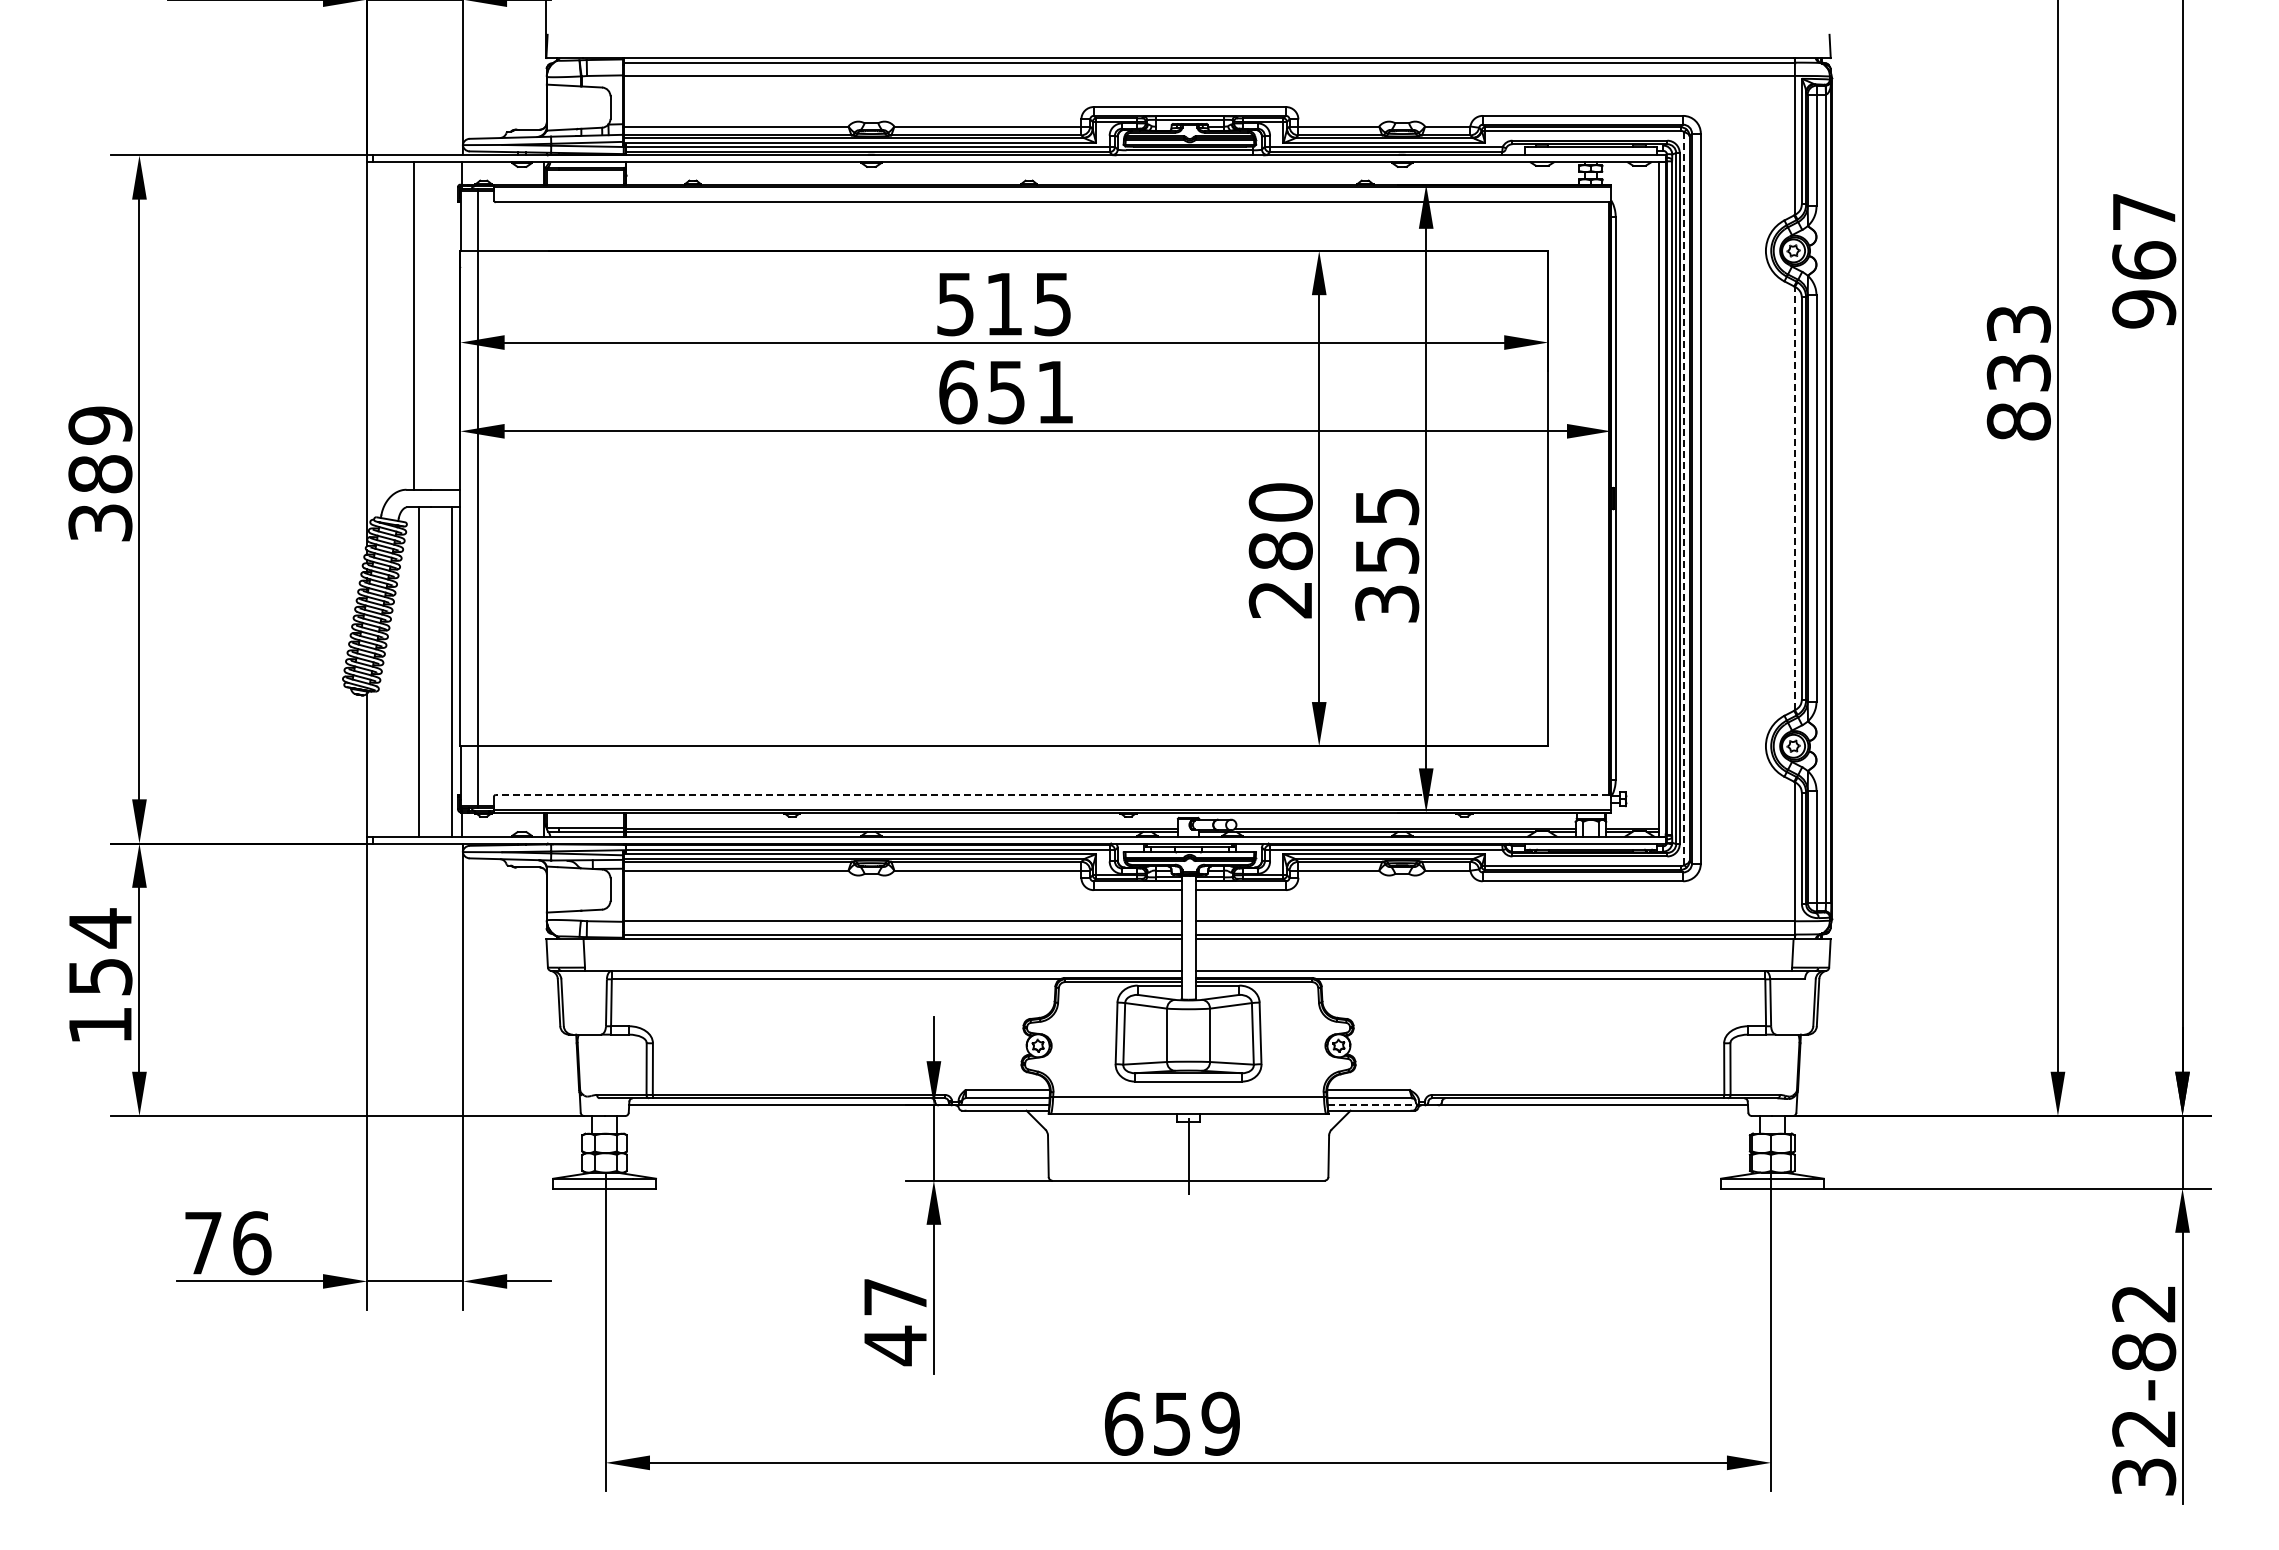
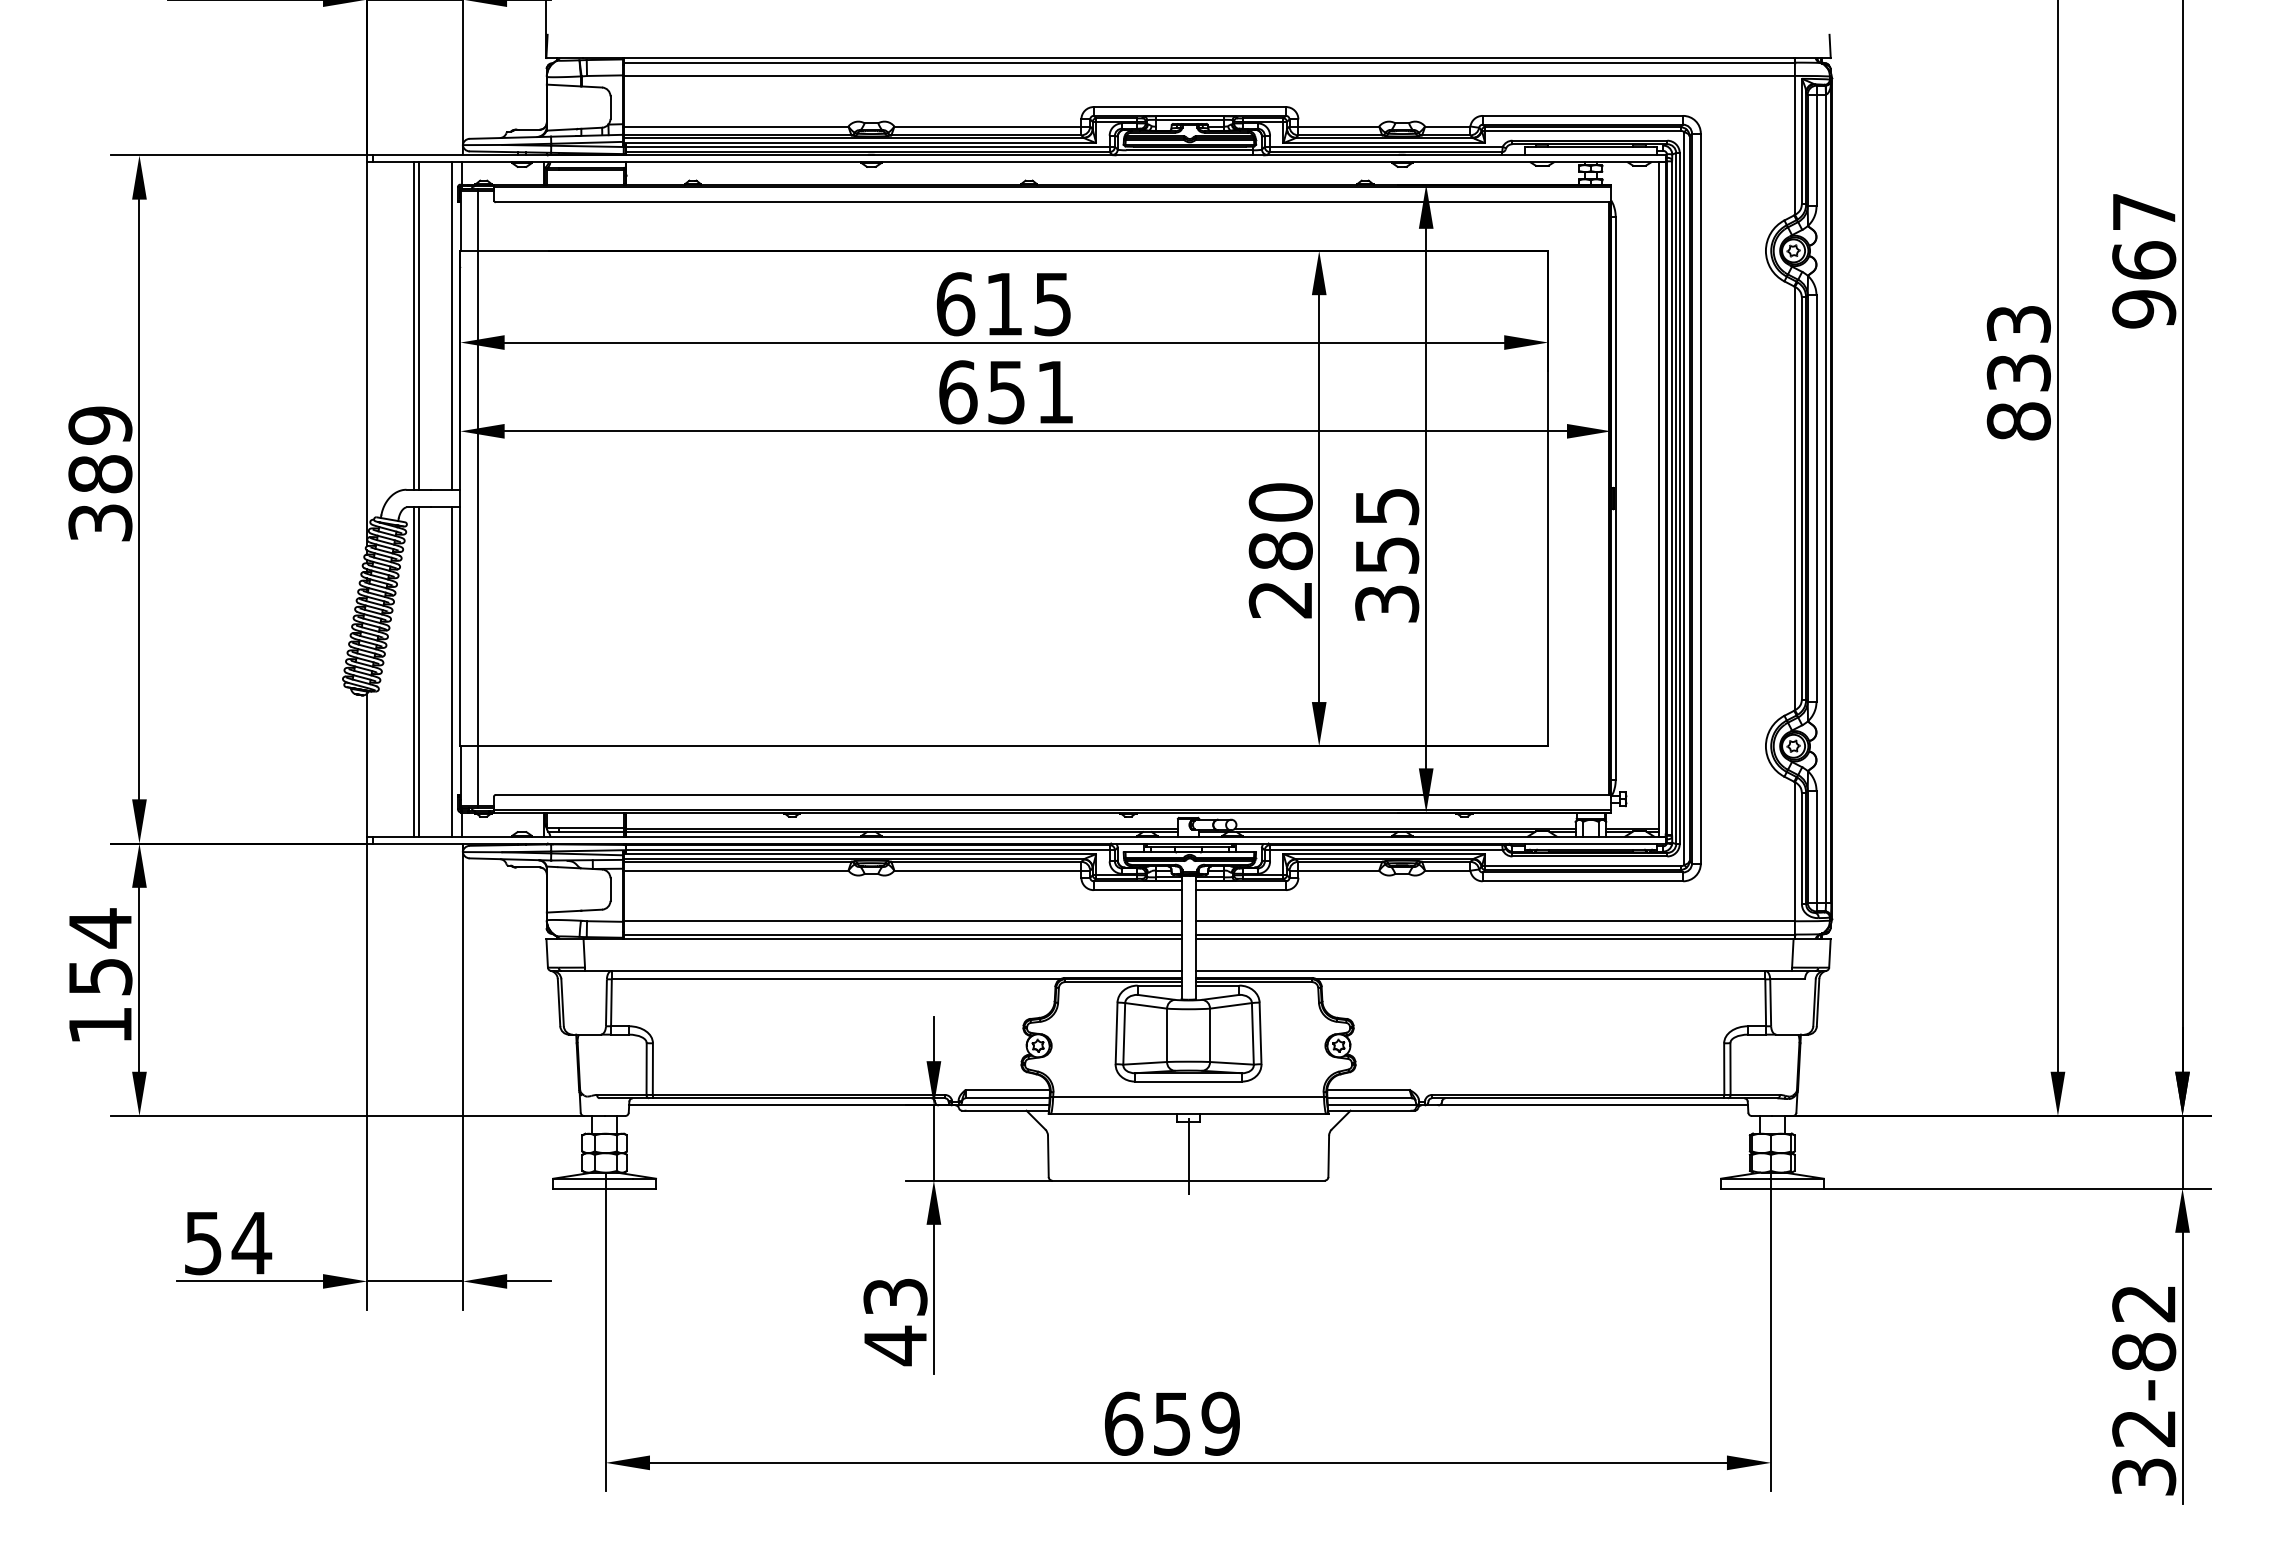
text at (955, 304): 515 -> 615
line at (419, 325): none -> present
line at (452, 325): none -> present
line at (1794, 498): dashed -> solid
line at (1684, 499): dashed -> solid
line at (414, 671): none -> present
line at (1052, 794): dashed -> solid
line at (1373, 1105): dashed -> solid
text at (228, 1243): 76 -> 54
text at (895, 1296): 47 -> 43
